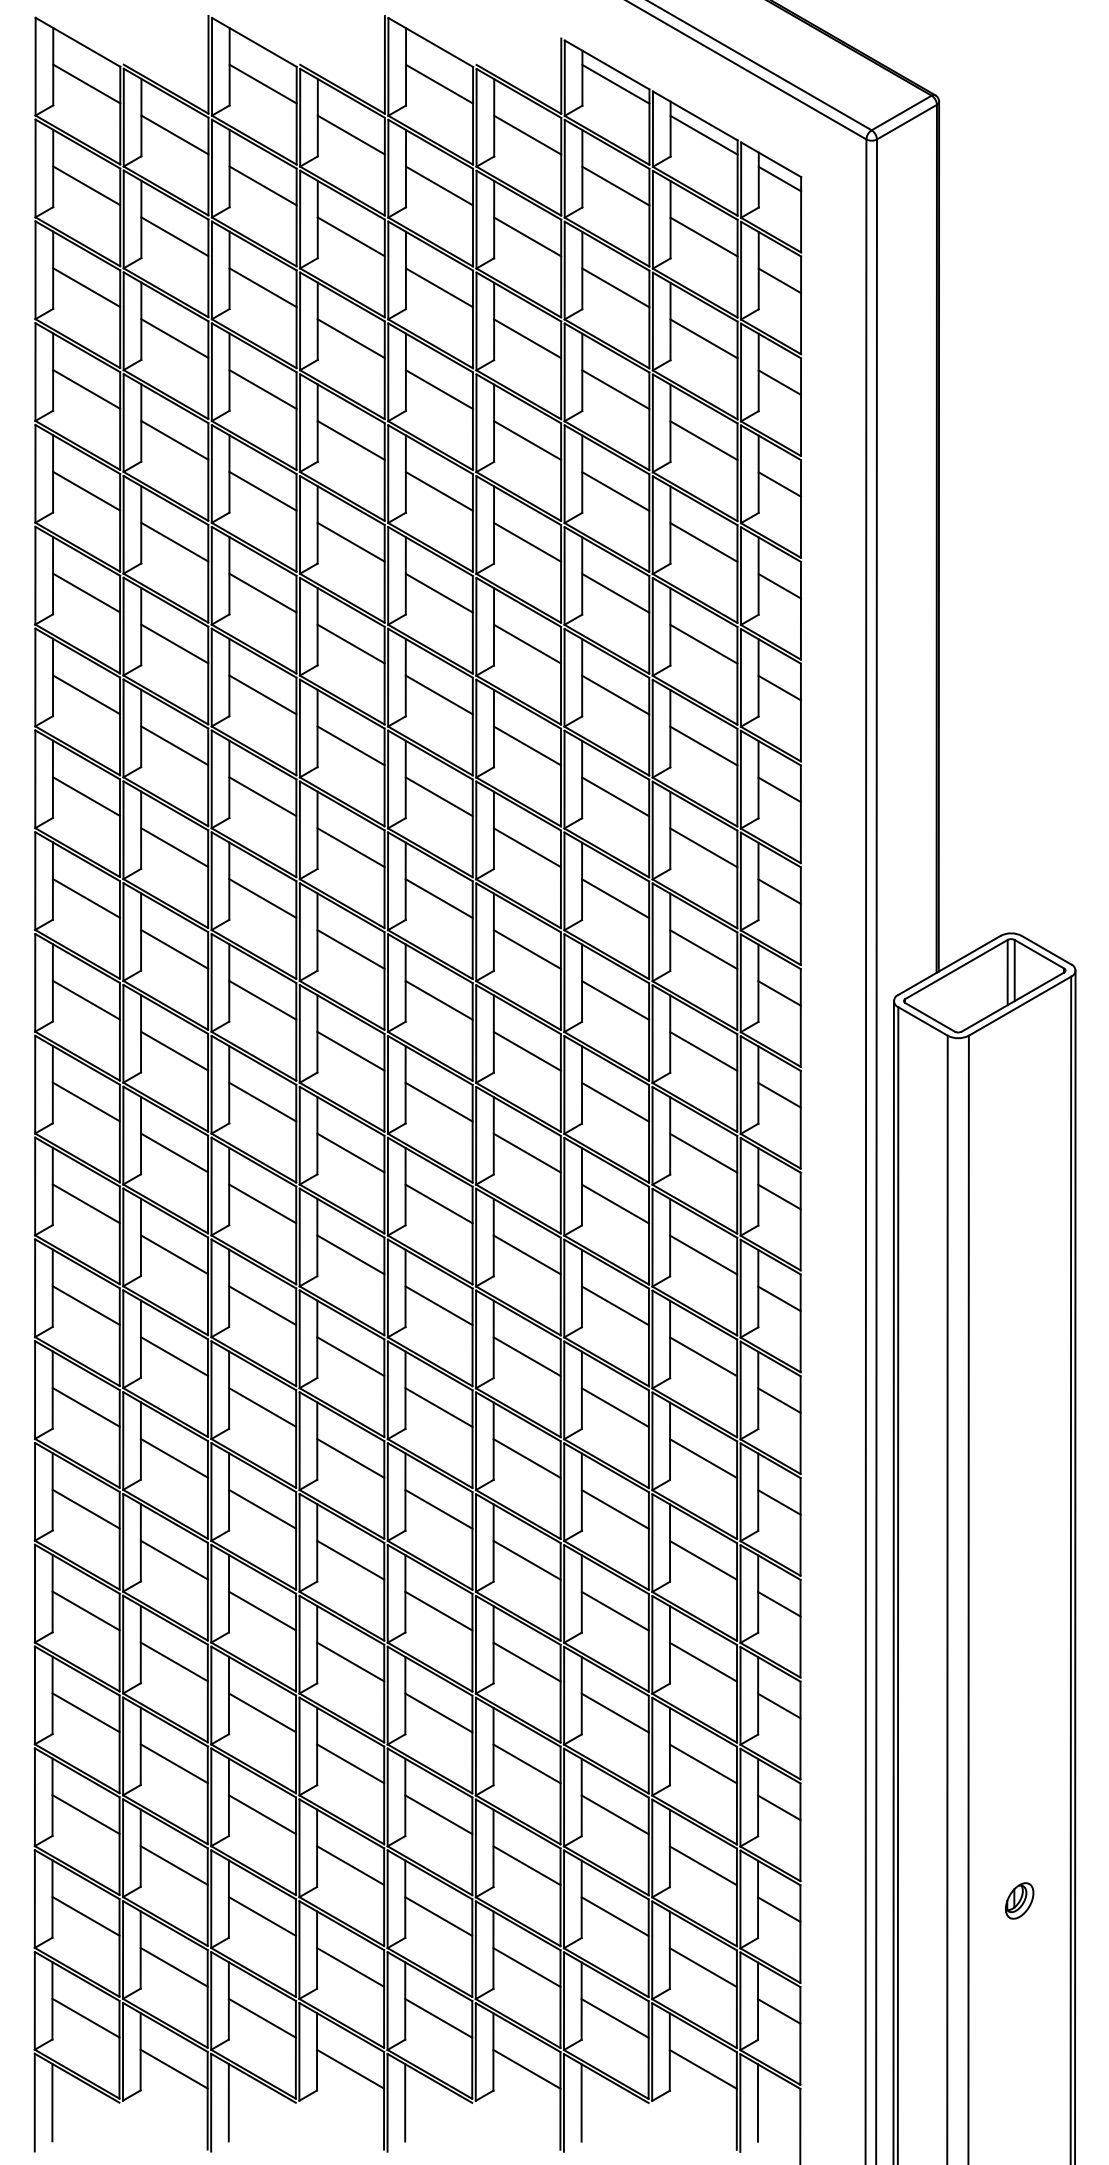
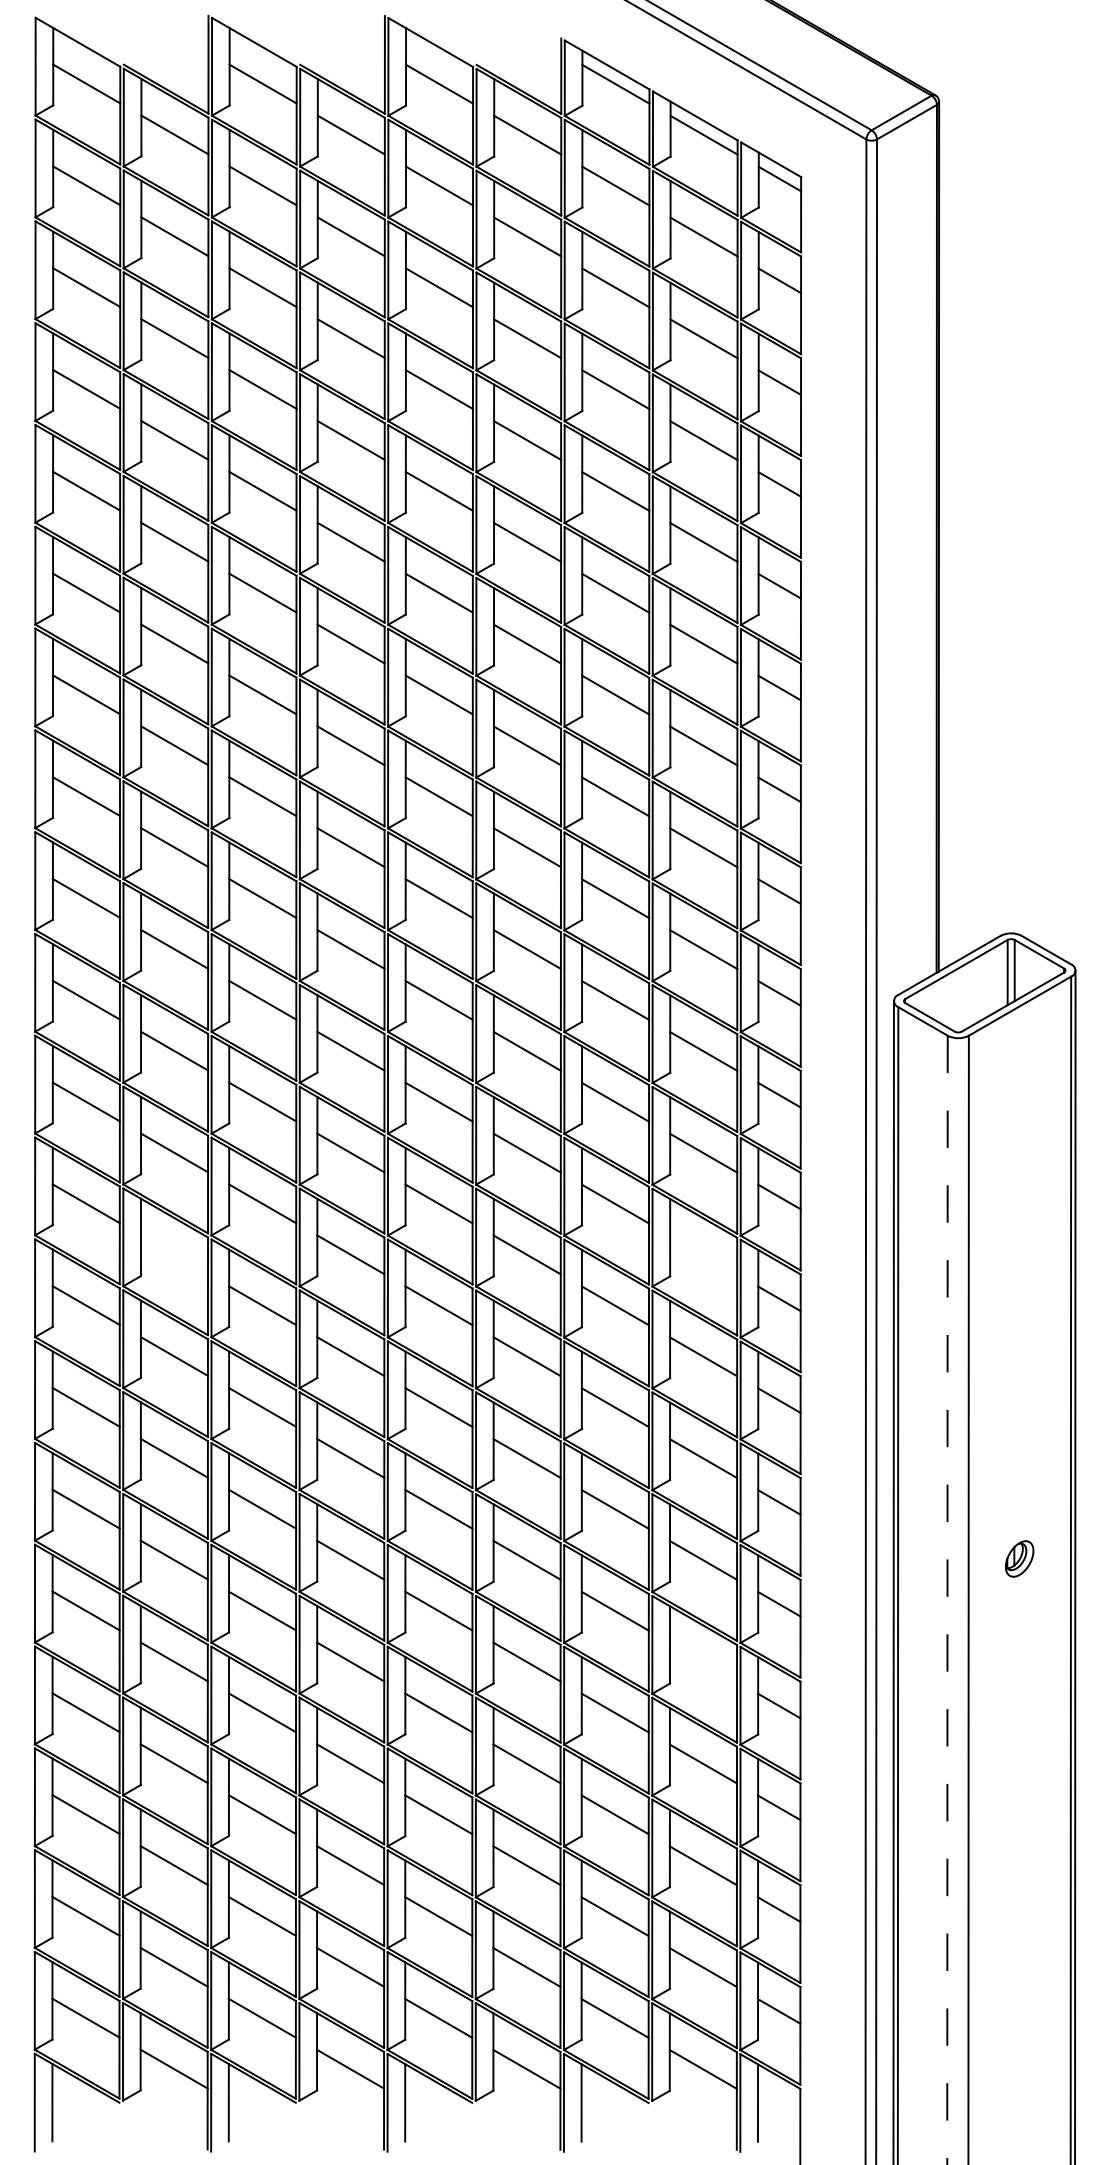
line at (174, 1254): present -> none
line at (703, 1254): present -> none
line at (947, 1600): solid -> dashed
line at (703, 1661): present -> none
part at (1019, 1900) position: (1019, 1900) -> (1019, 1558)
